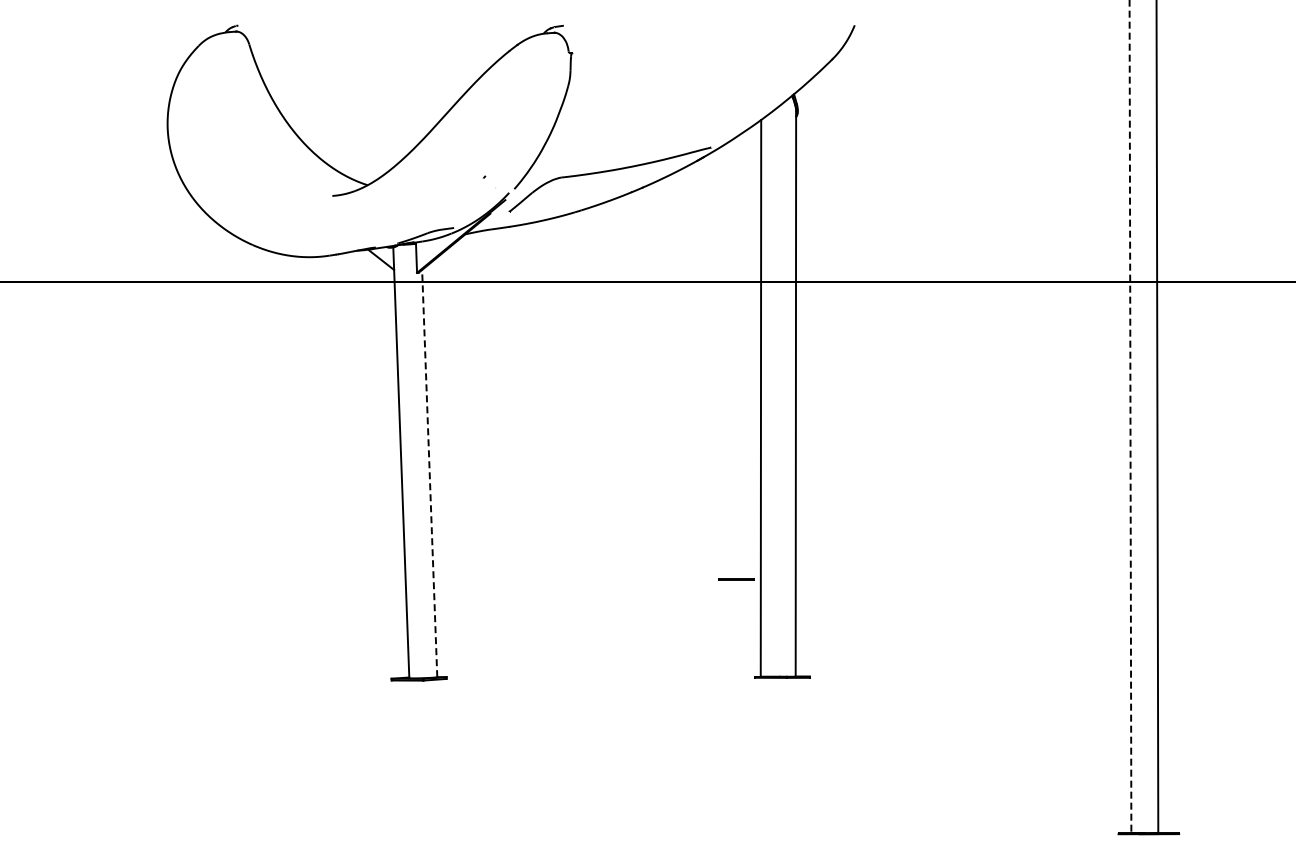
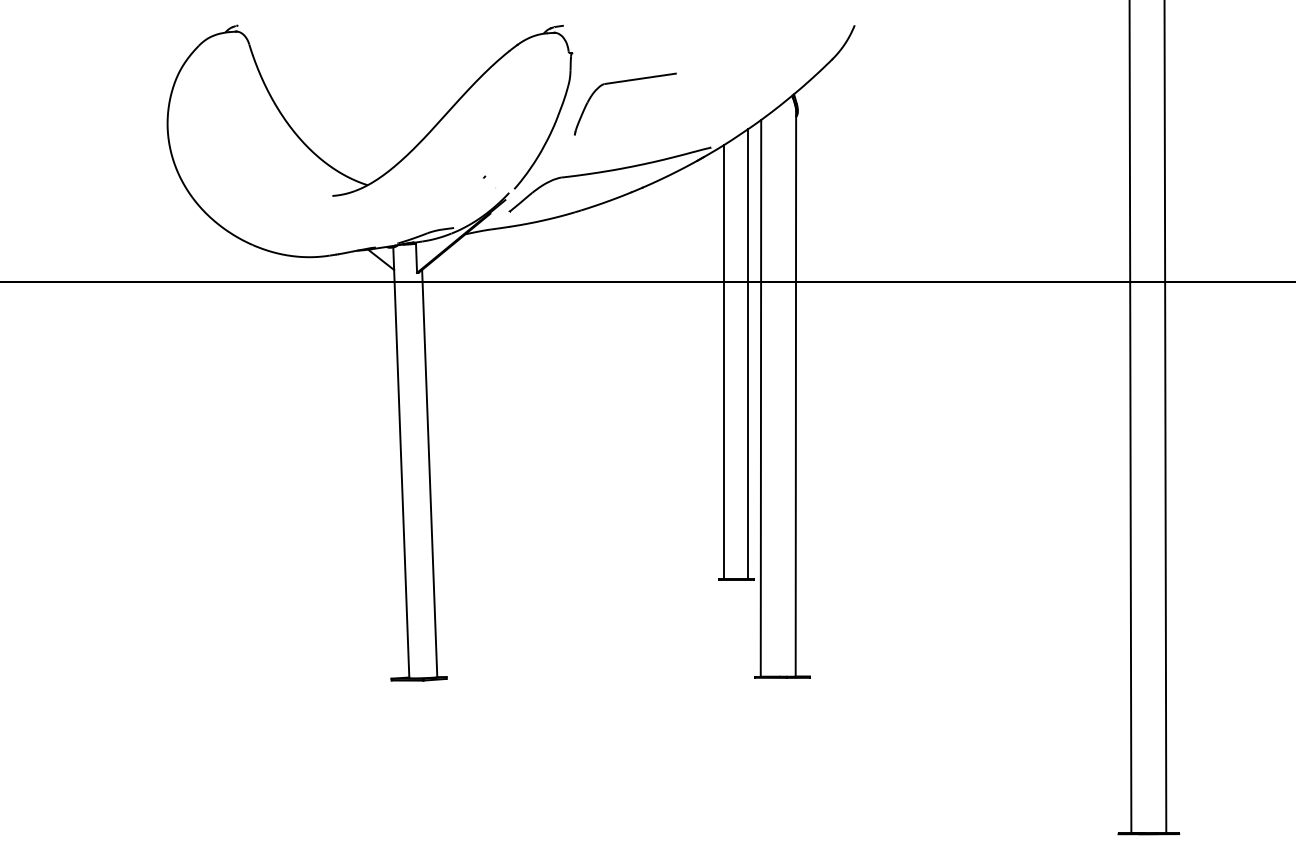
part at (623, 82): none -> present
line at (747, 353): none -> present
line at (723, 361): none -> present
line at (1130, 417): dashed -> solid
line at (1157, 417) position: (1157, 417) -> (1165, 417)
line at (429, 473): dashed -> solid
